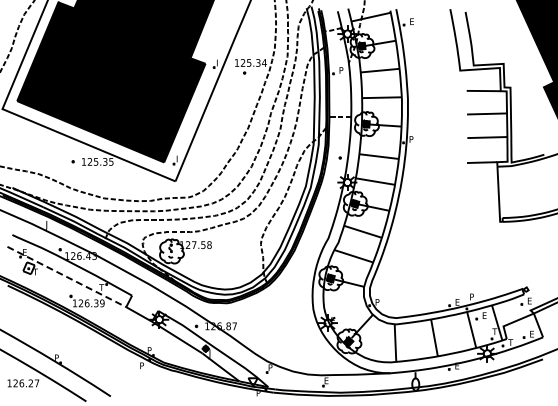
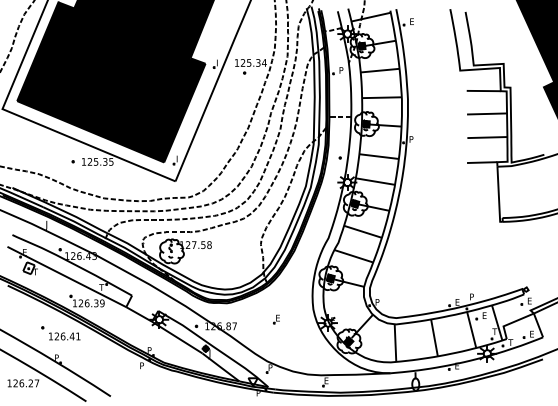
line at (66, 276): dashed -> solid
part at (276, 319): none -> present
part at (60, 333): none -> present
